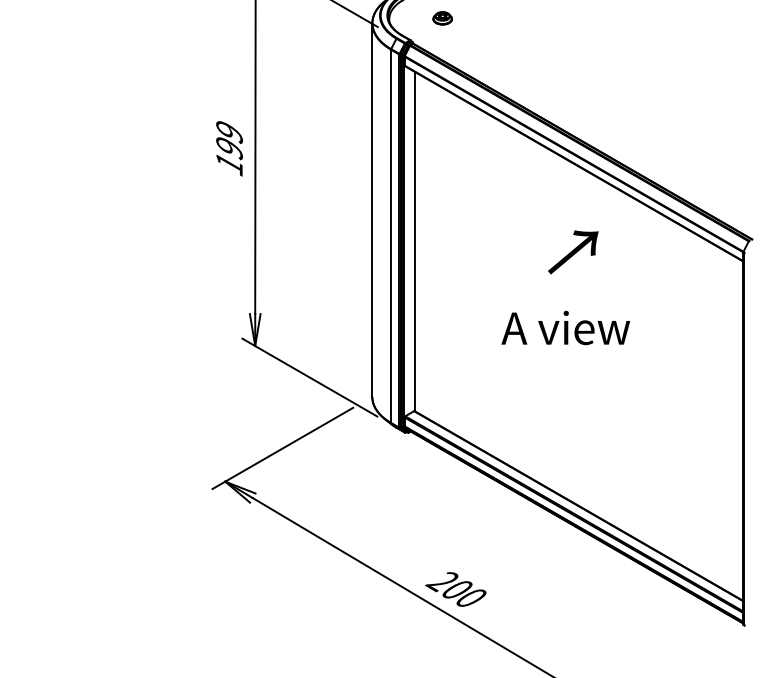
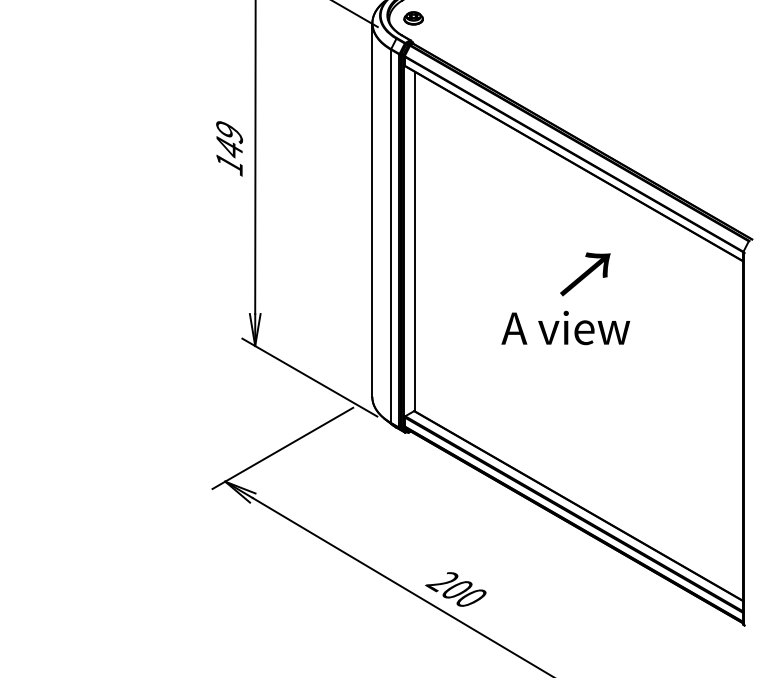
part at (442, 18) position: (442, 18) -> (413, 18)
text at (229, 148): 199 -> 149
text at (573, 252) position: (573, 252) -> (585, 274)
